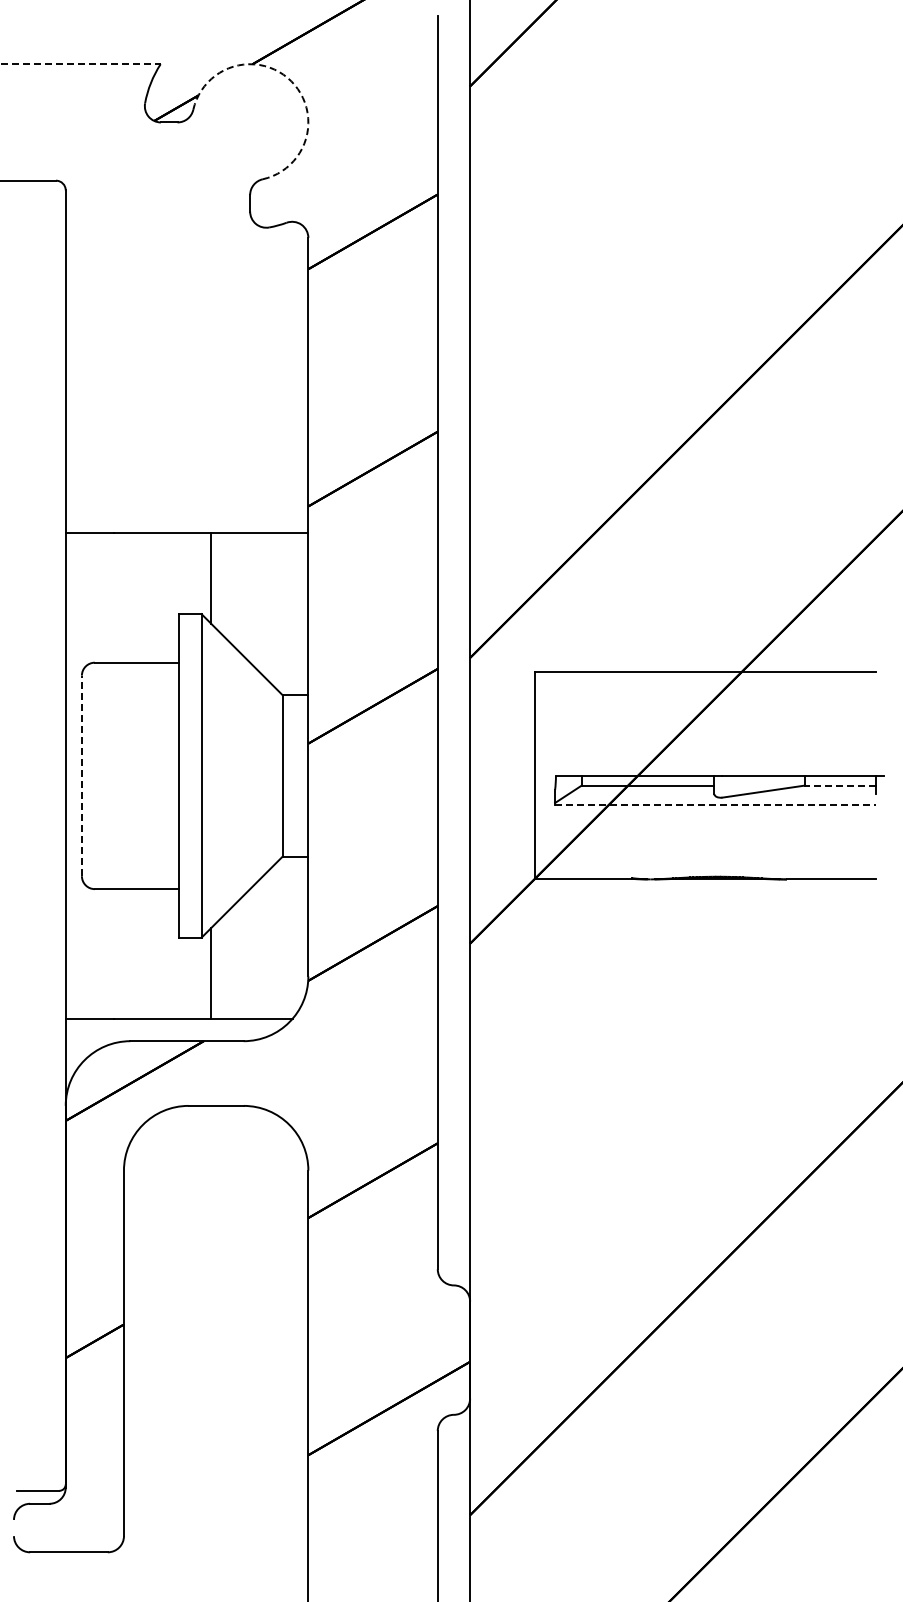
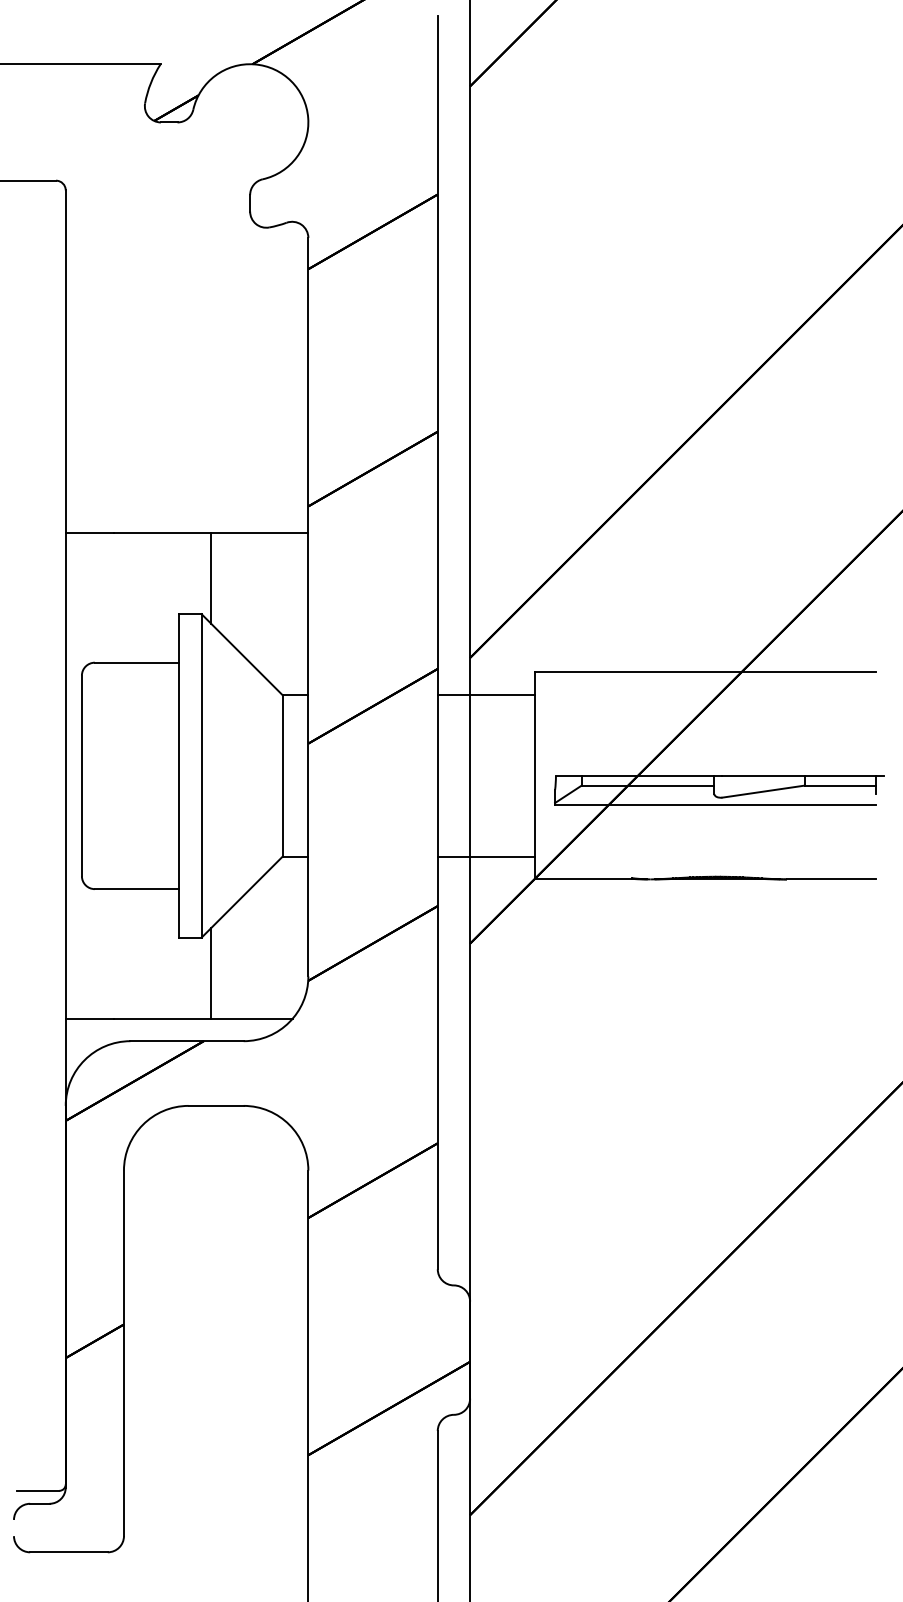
line at (80, 64): dashed -> solid
arc at (291, 81): dashed -> solid
line at (485, 695): none -> present
line at (81, 775): dashed -> solid
line at (840, 785): dashed -> solid
line at (716, 804): dashed -> solid
line at (485, 856): none -> present
